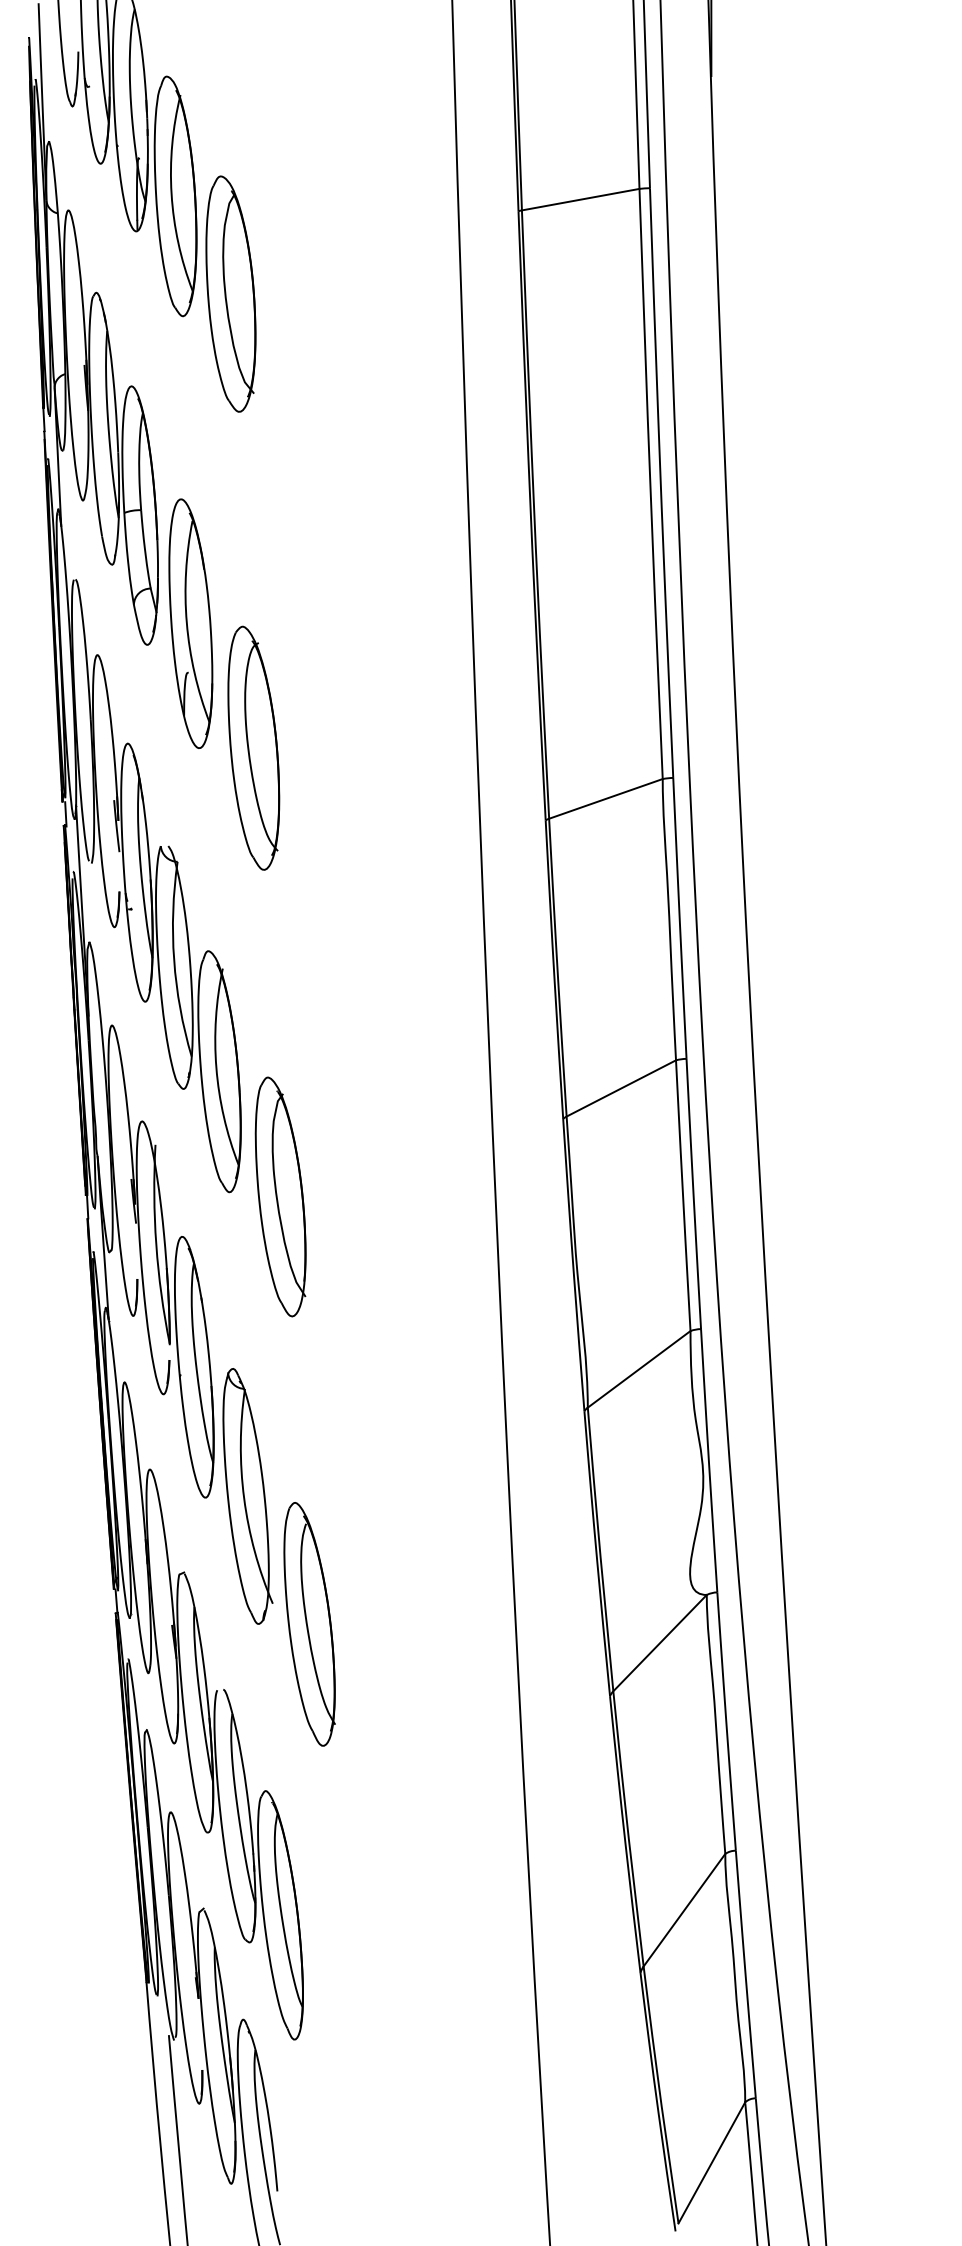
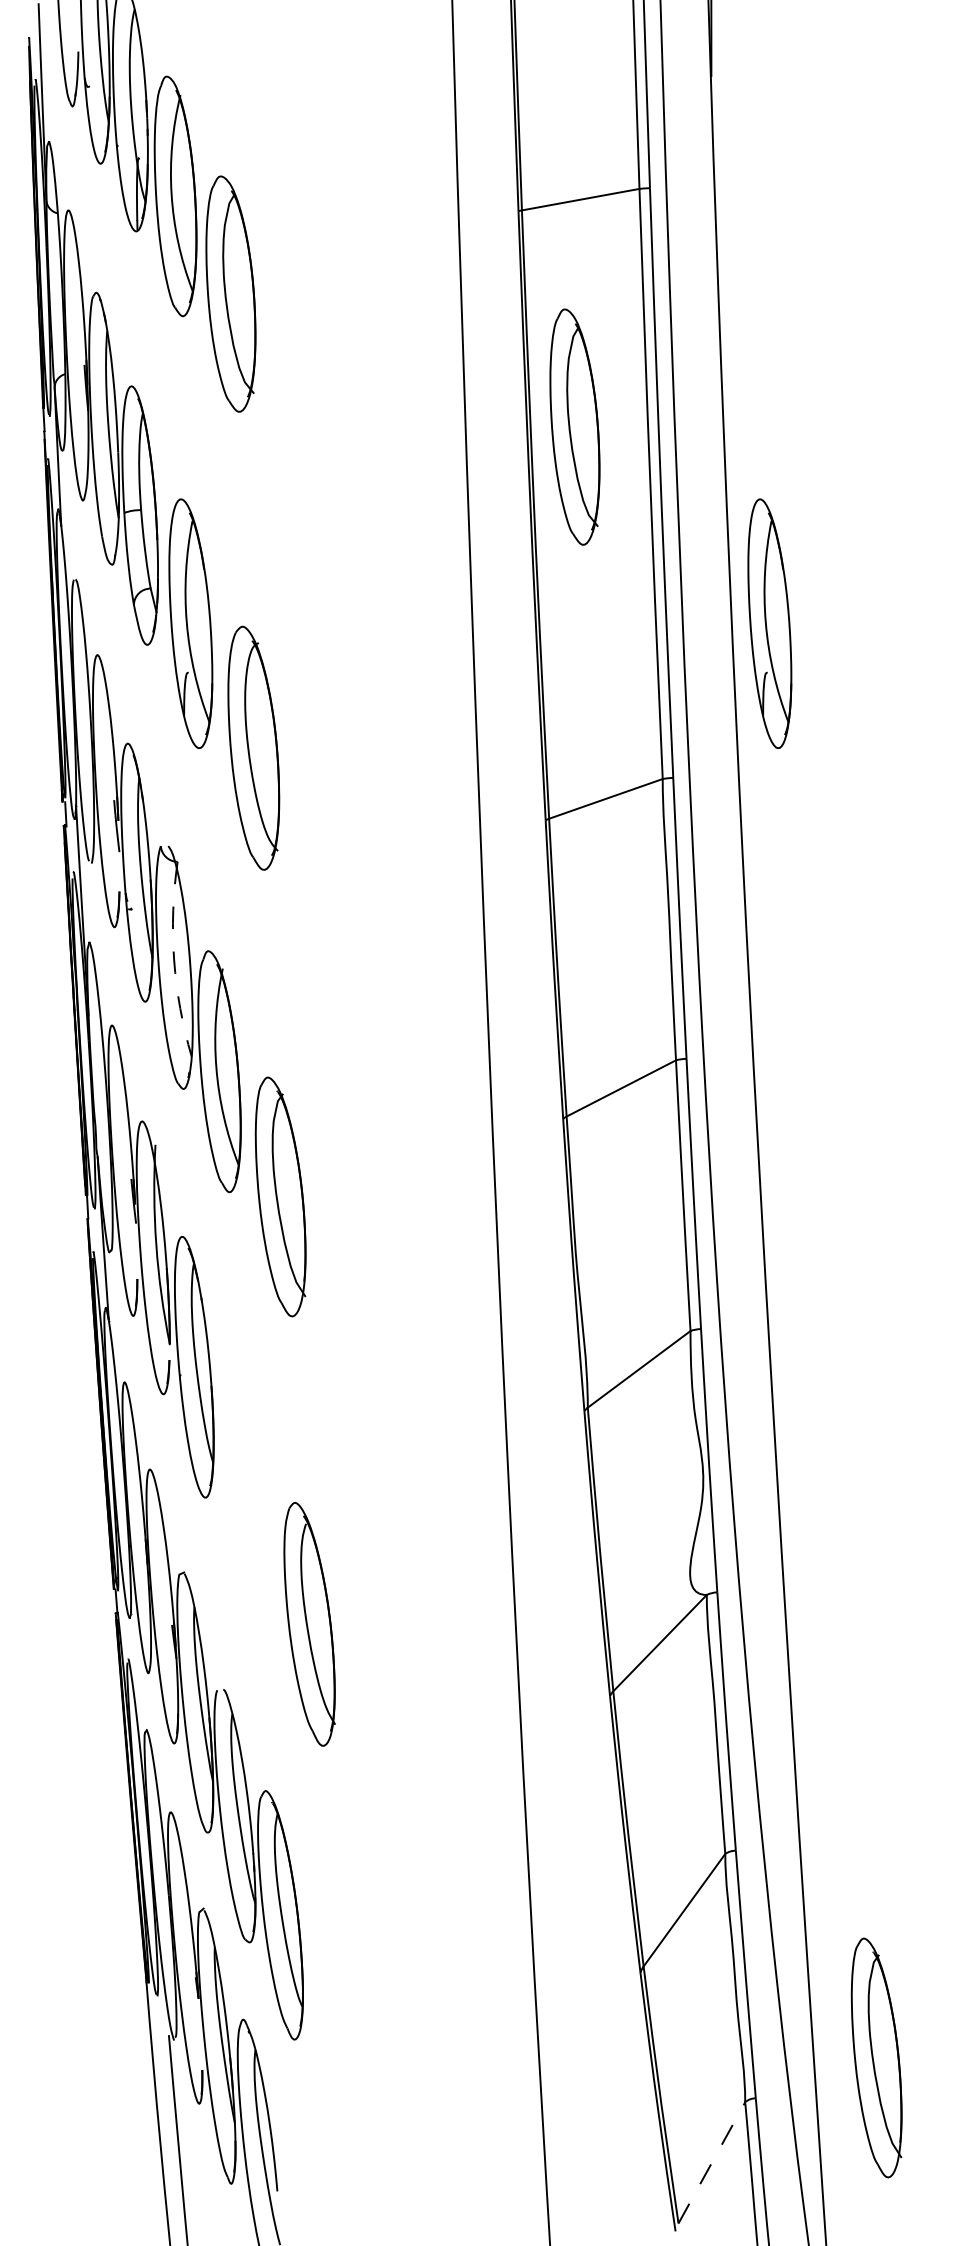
part at (574, 426): none -> present
part at (769, 623): none -> present
arc at (174, 959): solid -> dashed
part at (247, 1496): present -> none
part at (876, 2057): none -> present
line at (712, 2162): solid -> dashed
